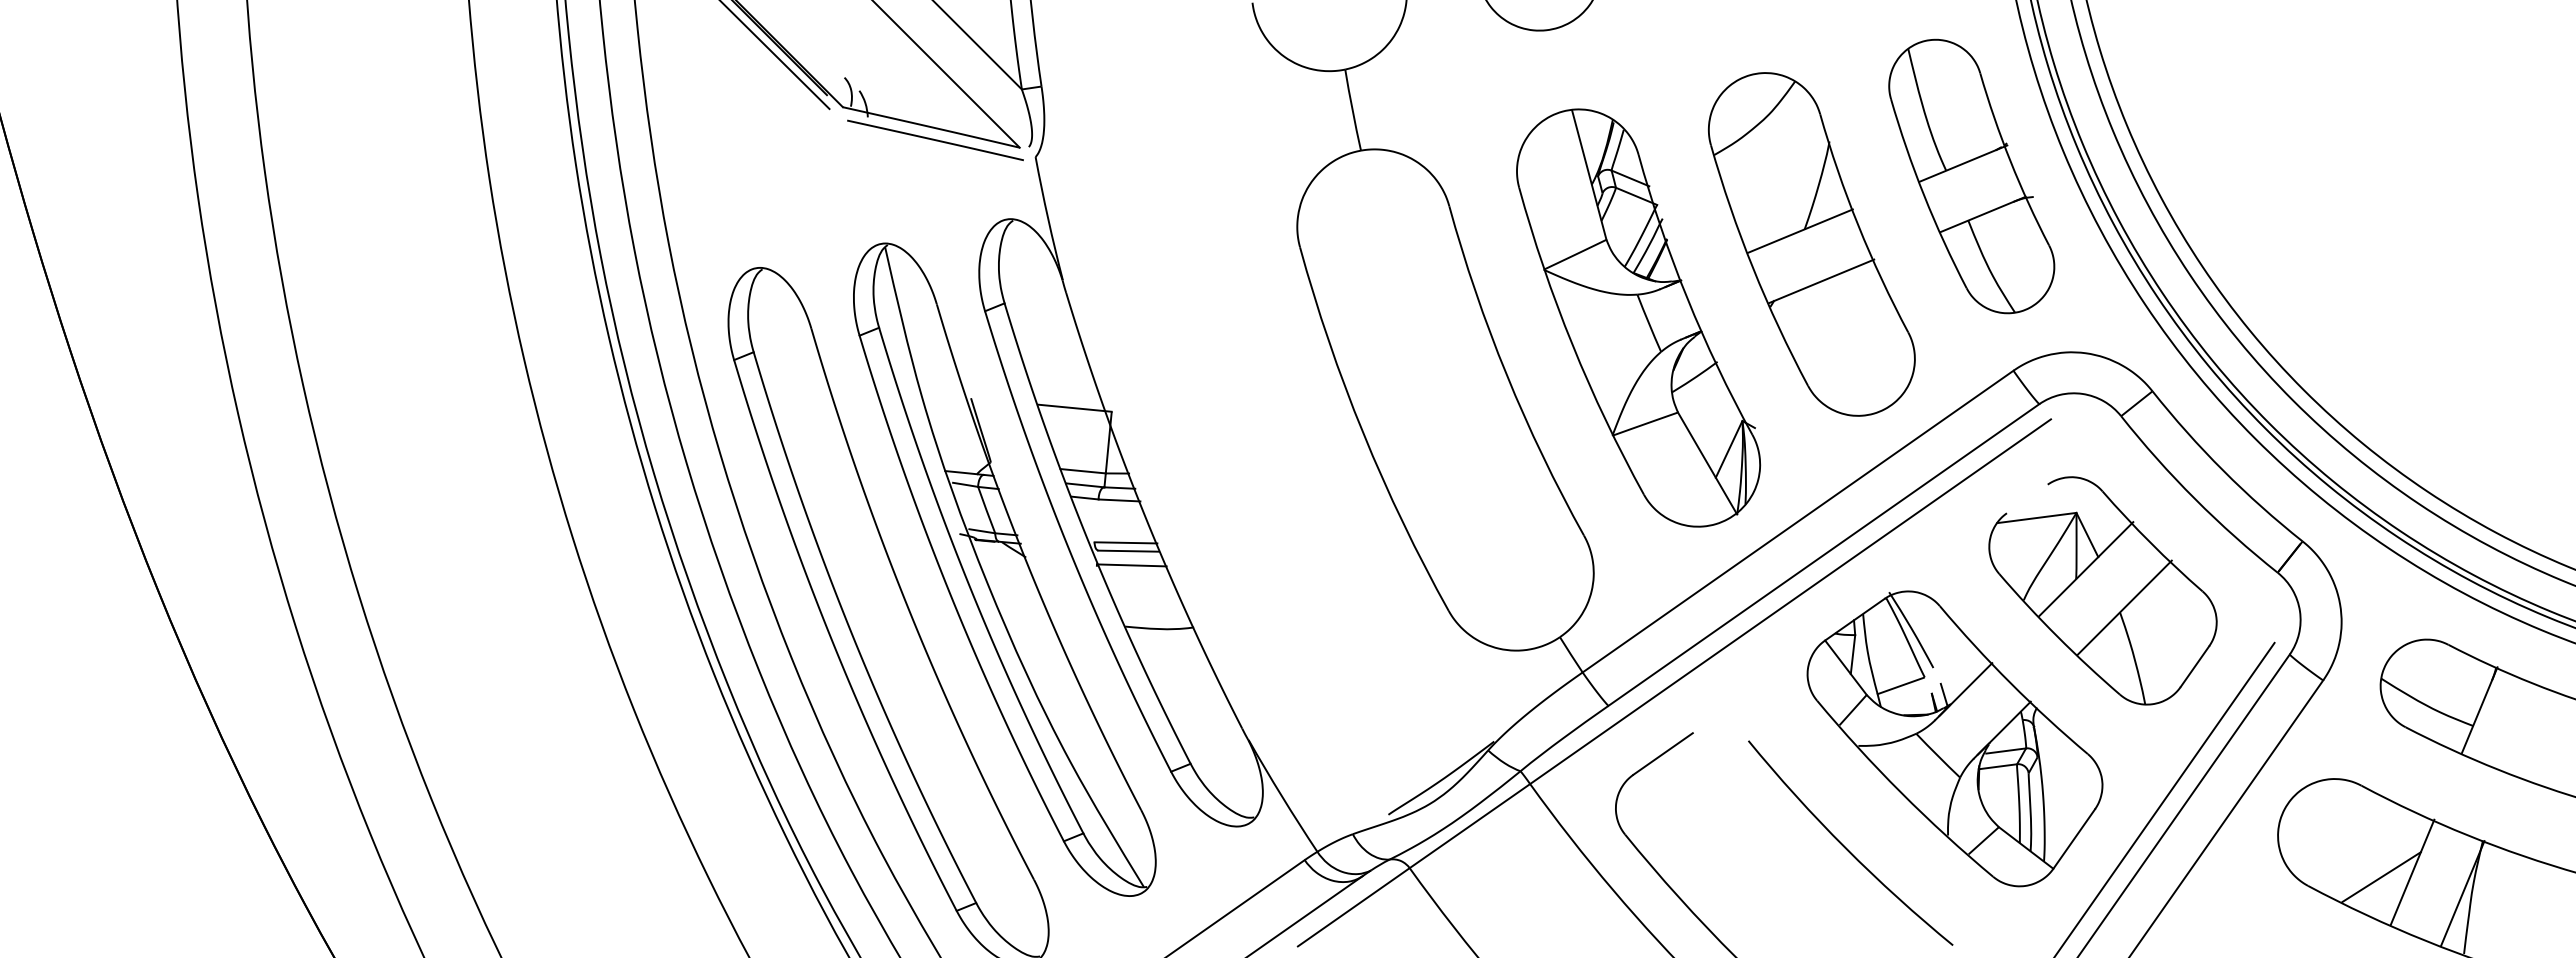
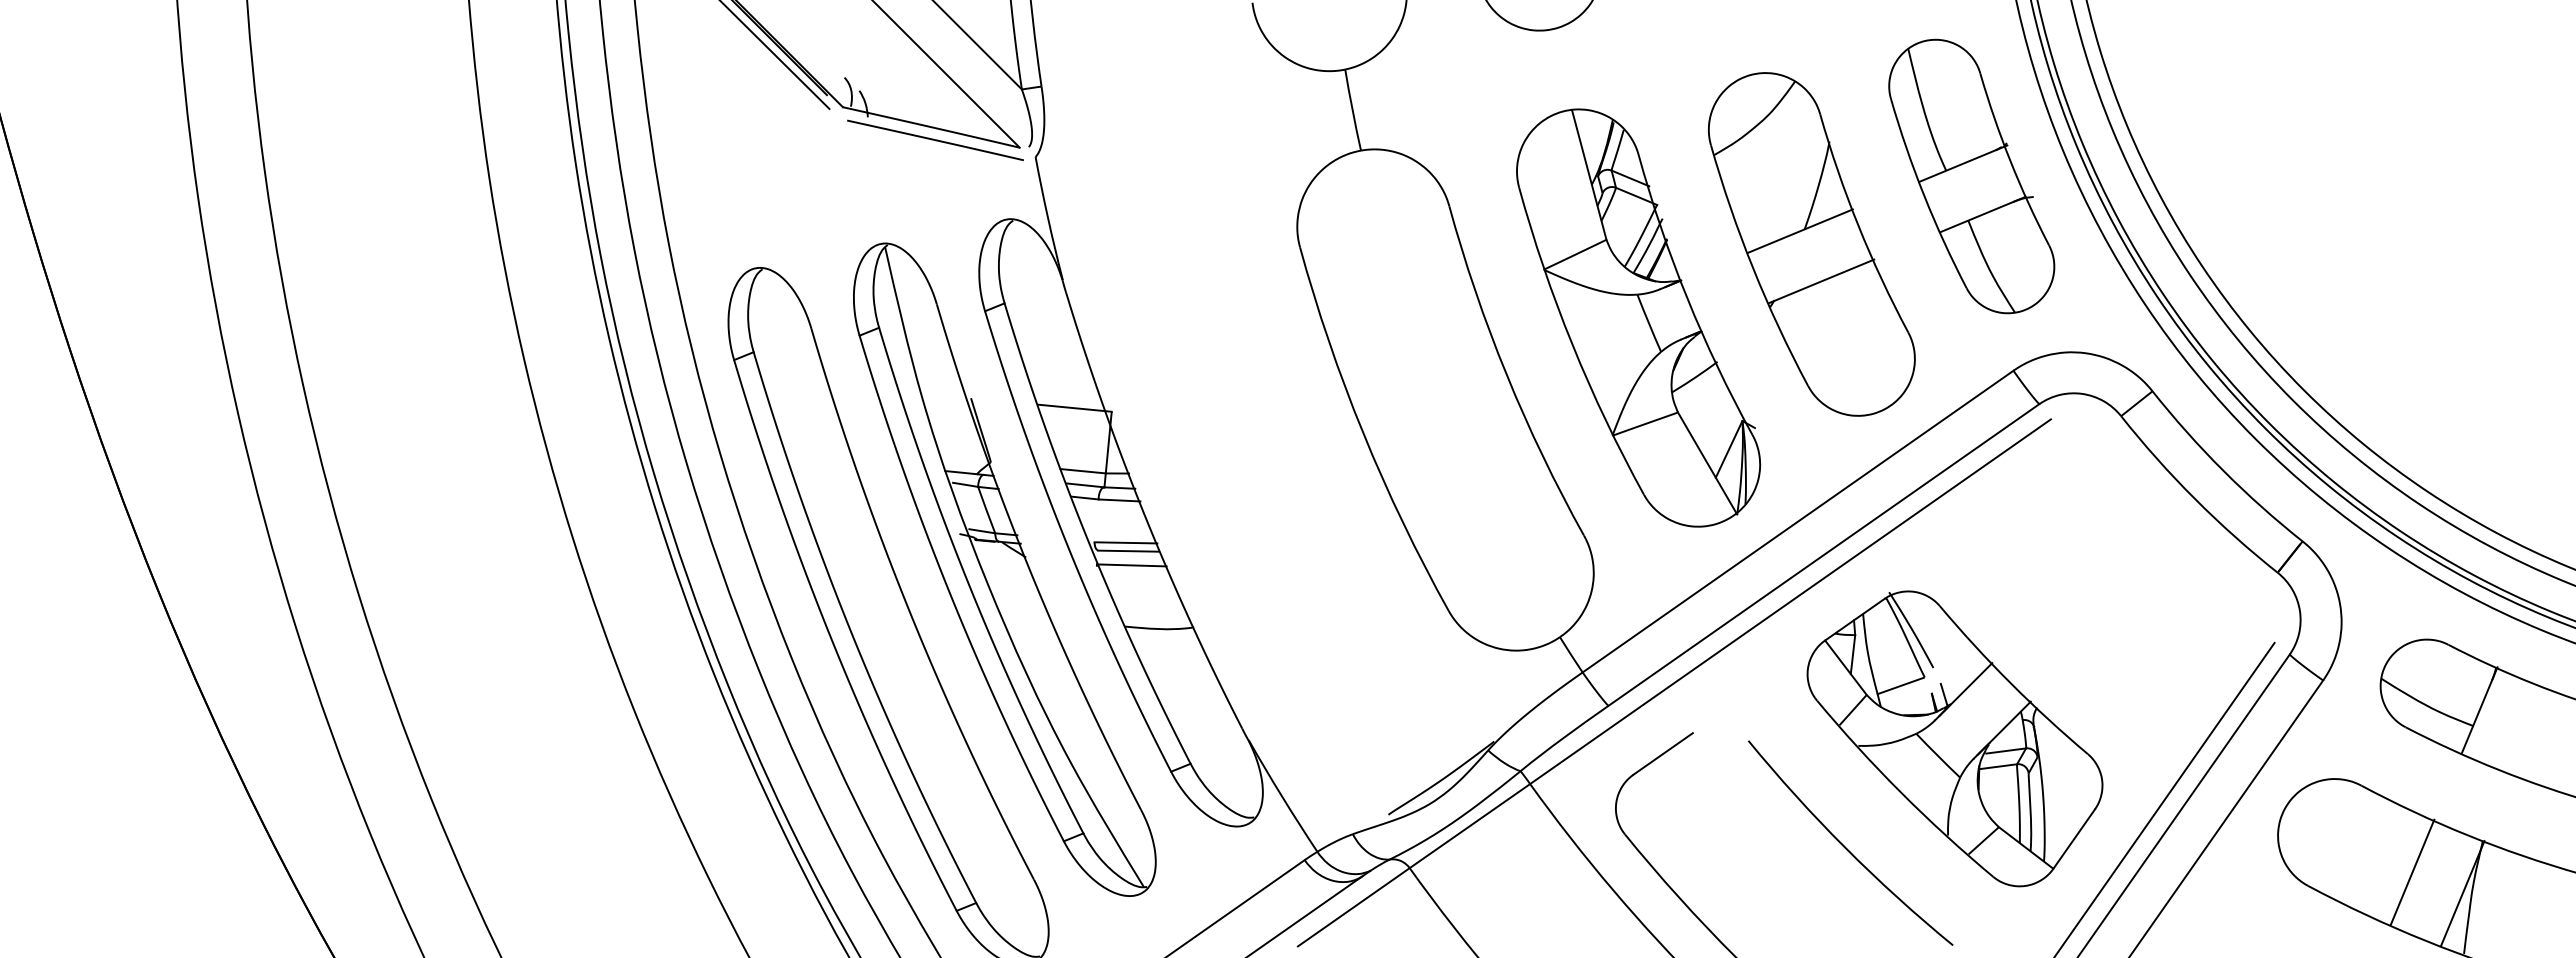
part at (2102, 590): present -> none
line at (2381, 876): present -> none
